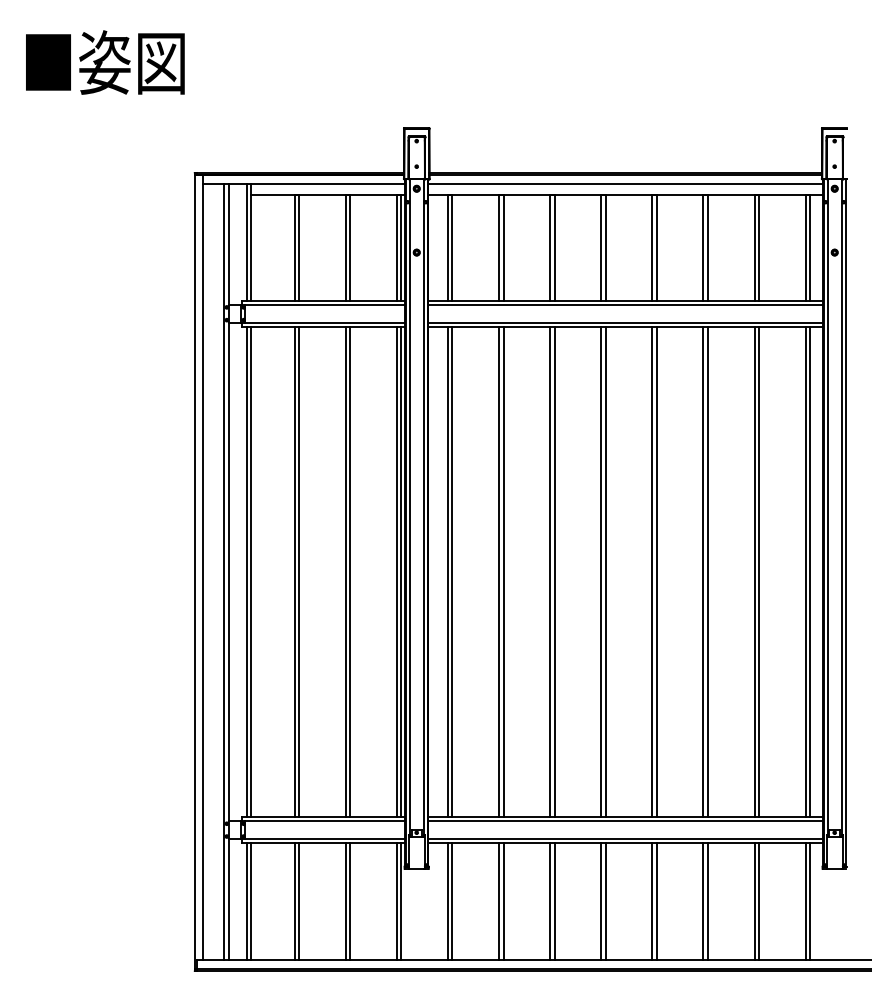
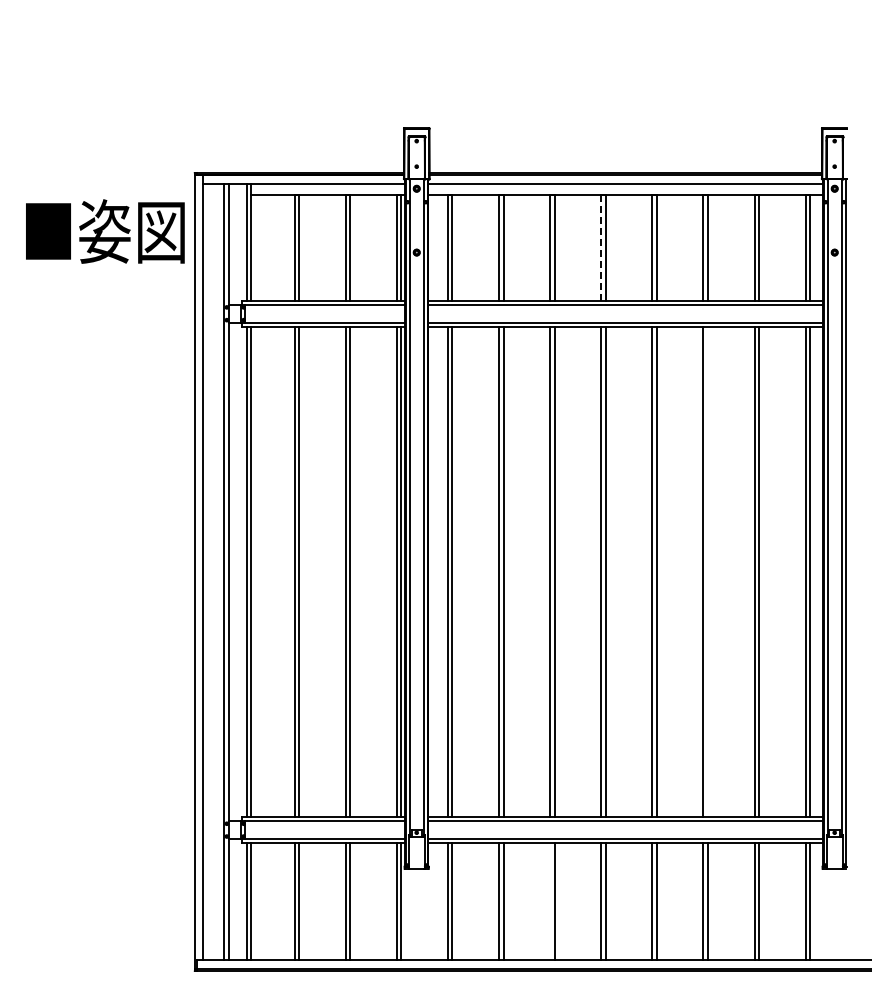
text at (105, 62) position: (105, 62) -> (105, 231)
line at (601, 247): solid -> dashed
line at (707, 571): present -> none
line at (550, 901): present -> none
